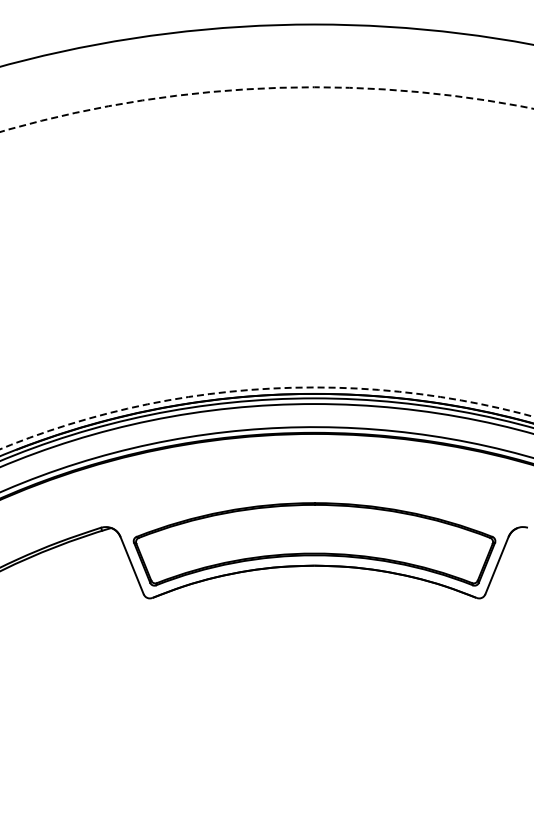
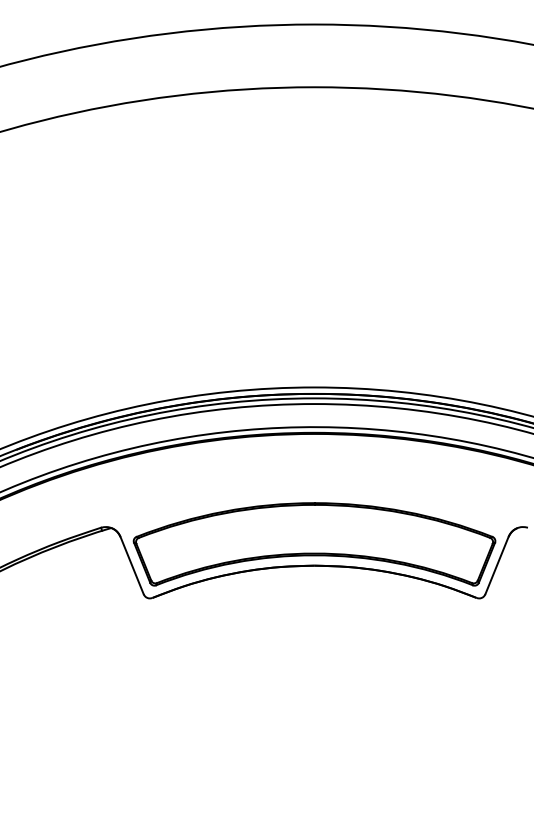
arc at (264, 88): dashed -> solid
circle at (266, 418): dashed -> solid
